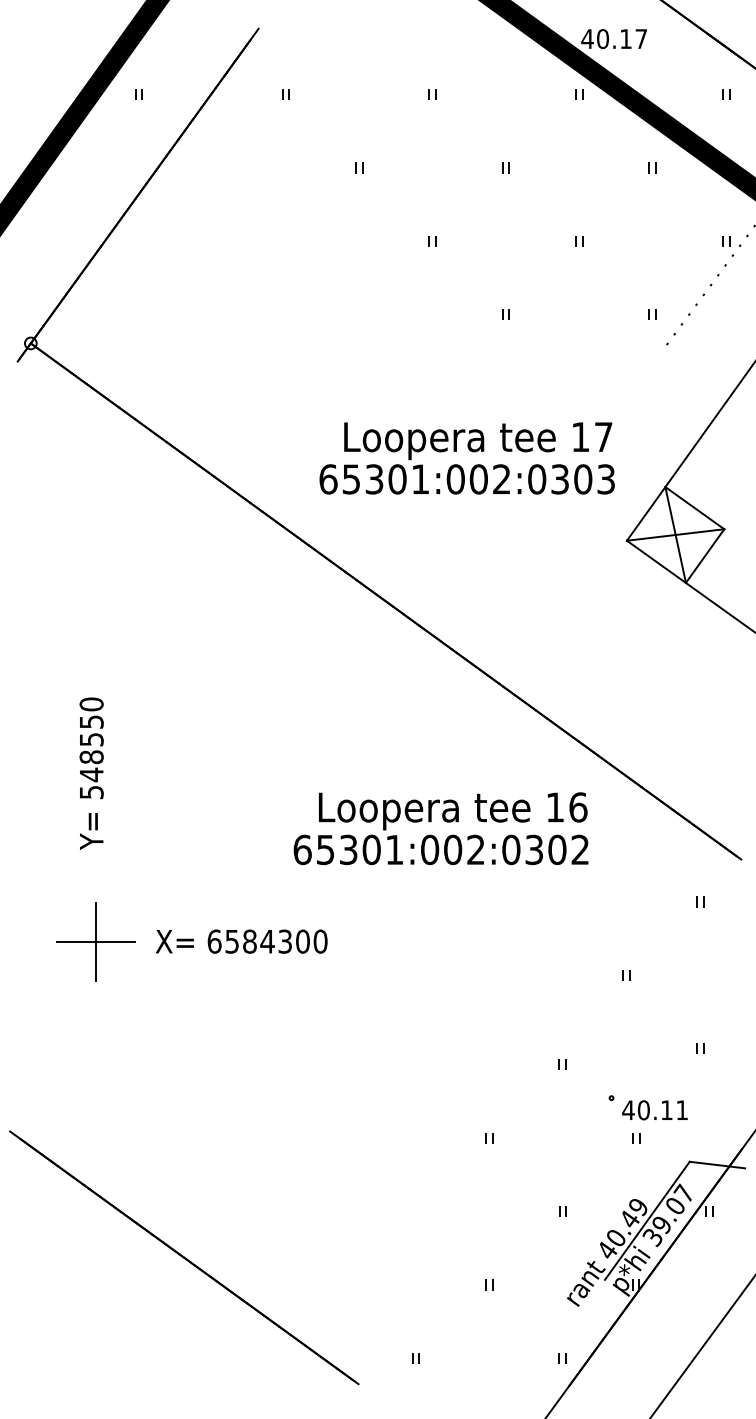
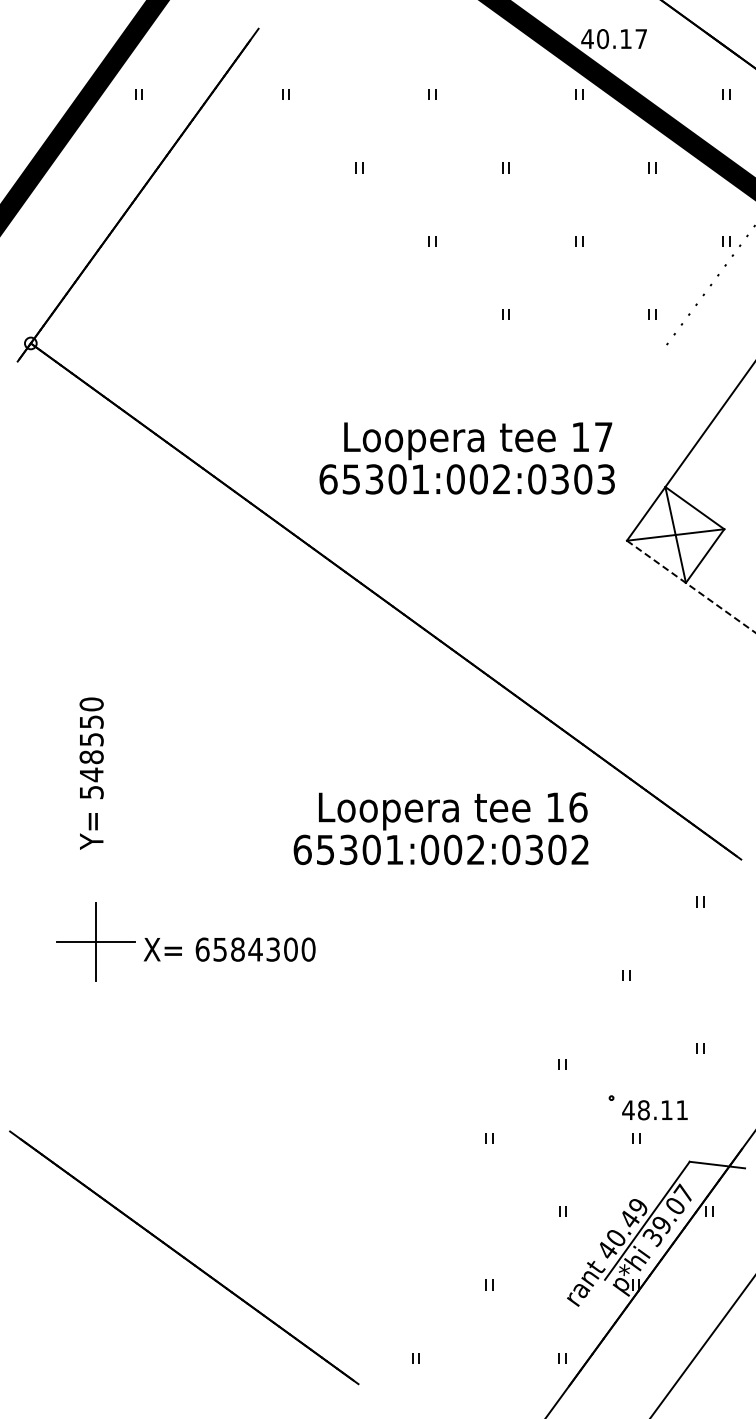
line at (691, 587): solid -> dashed
text at (241, 941) position: (241, 941) -> (229, 949)
text at (643, 1110): 40.11 -> 48.11
